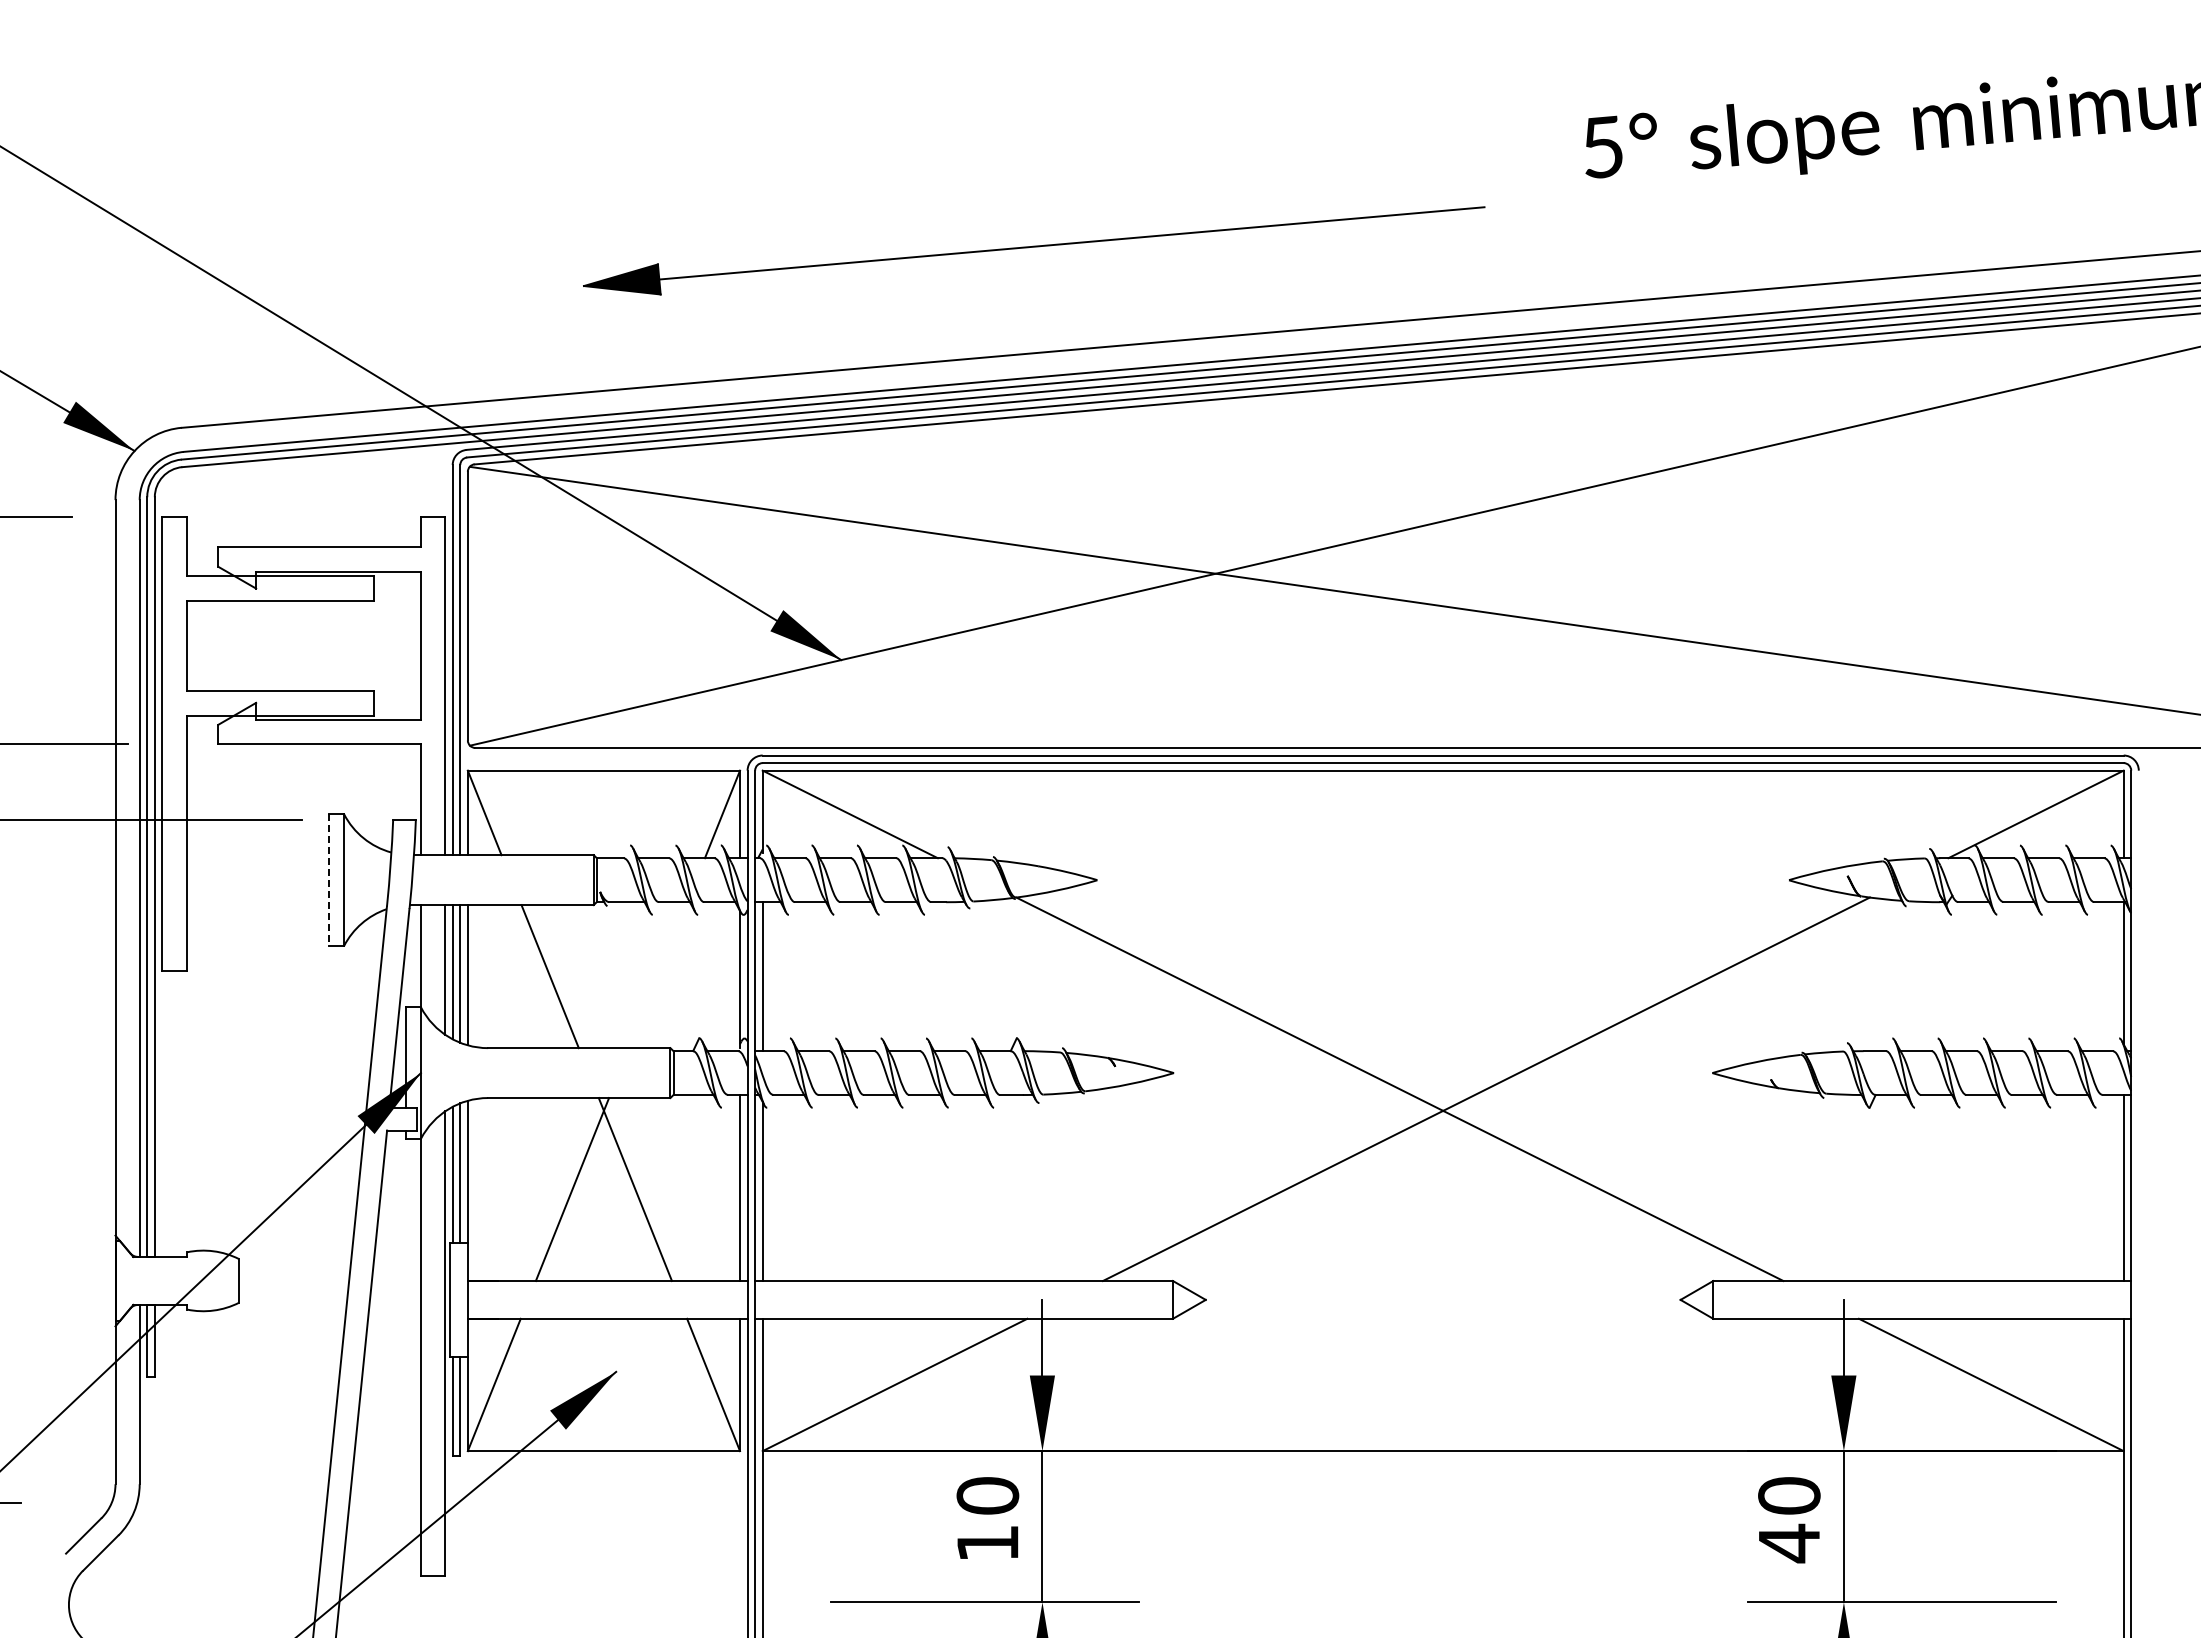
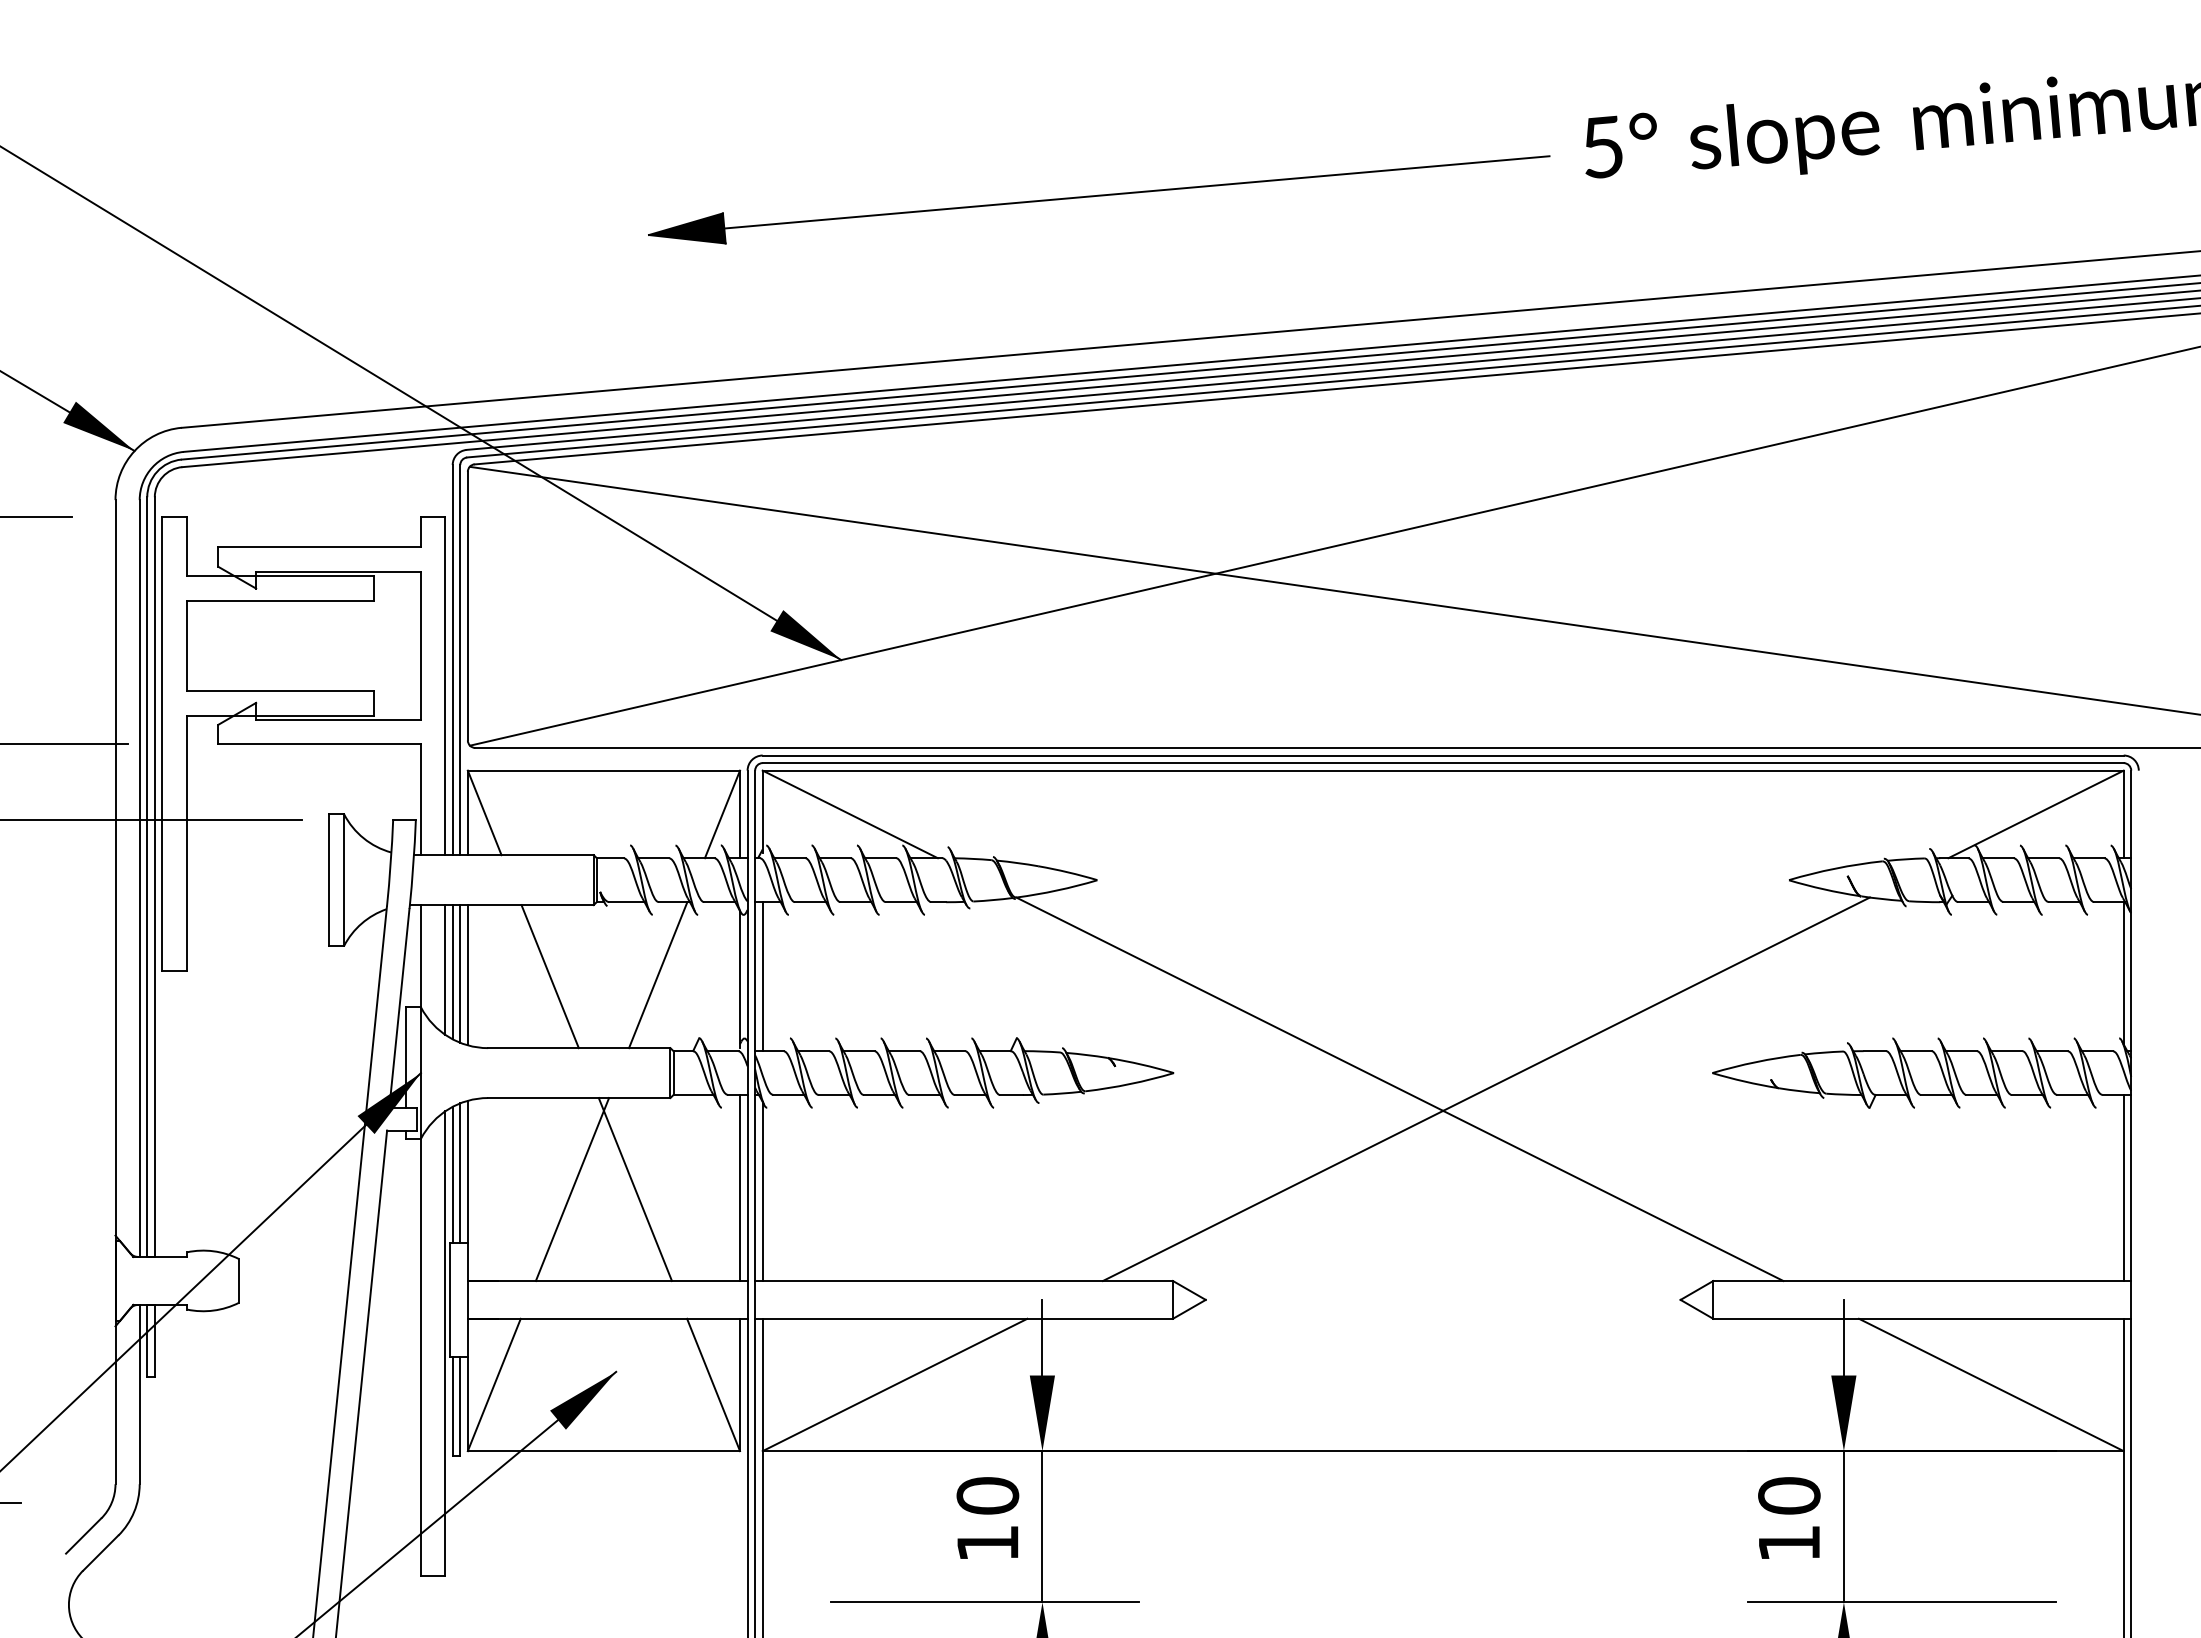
part at (1034, 250) position: (1034, 250) -> (1099, 199)
line at (329, 880): dashed -> solid
line at (658, 975): none -> present
text at (1789, 1543): 40 -> 10
